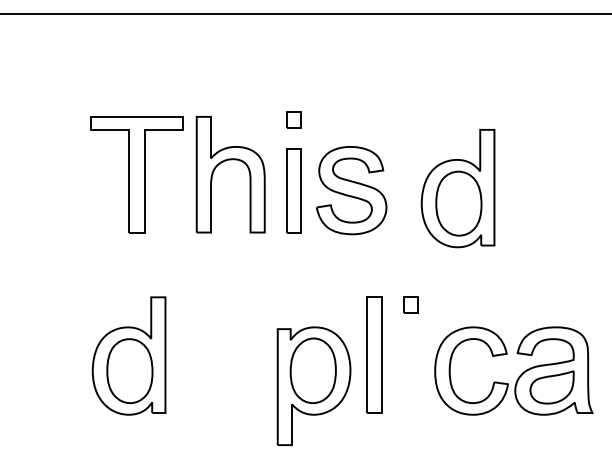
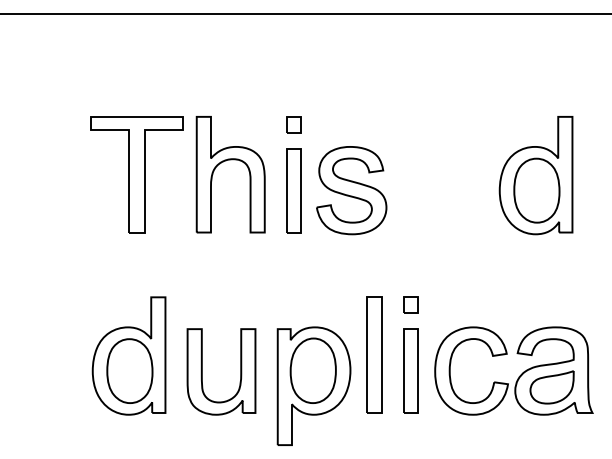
part at (293, 119) position: (293, 119) -> (293, 124)
part at (457, 188) position: (457, 188) -> (535, 175)
part at (410, 370): none -> present
part at (202, 371): none -> present
